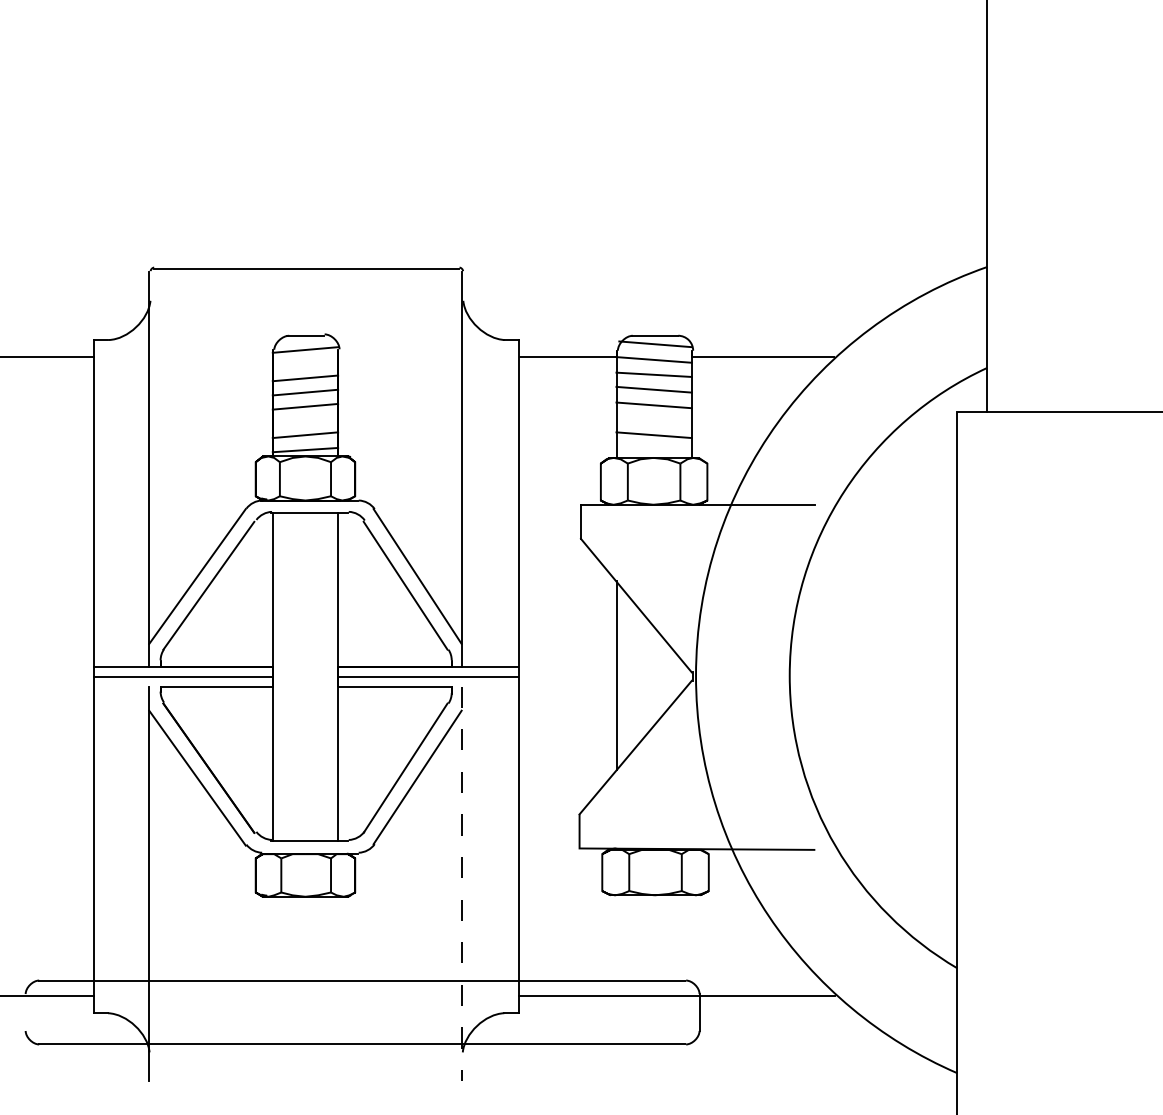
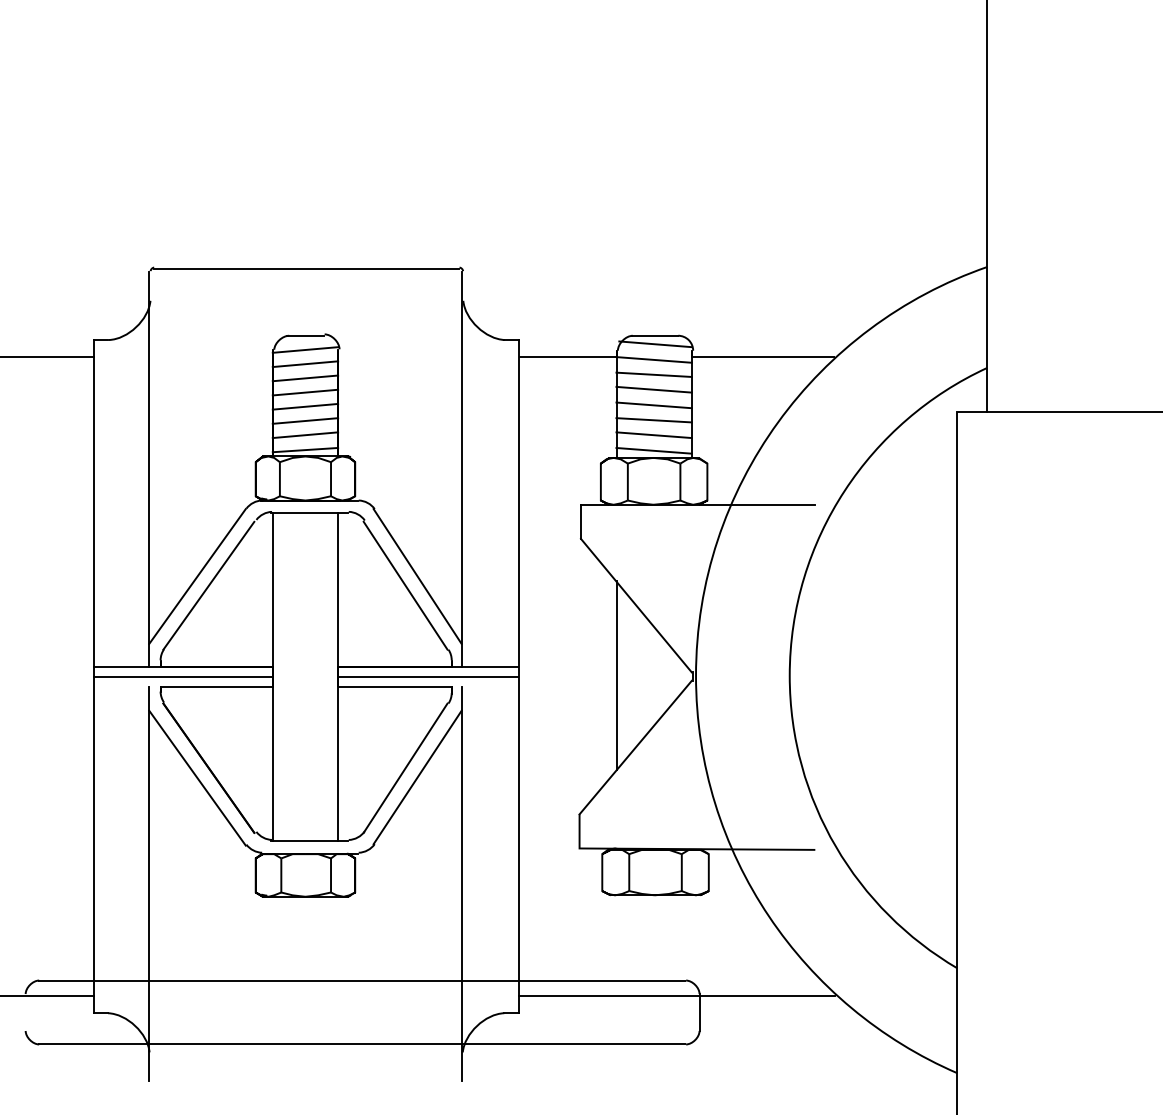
line at (305, 364): none -> present
line at (305, 420): none -> present
line at (653, 420): none -> present
line at (653, 450): none -> present
line at (461, 884): dashed -> solid
